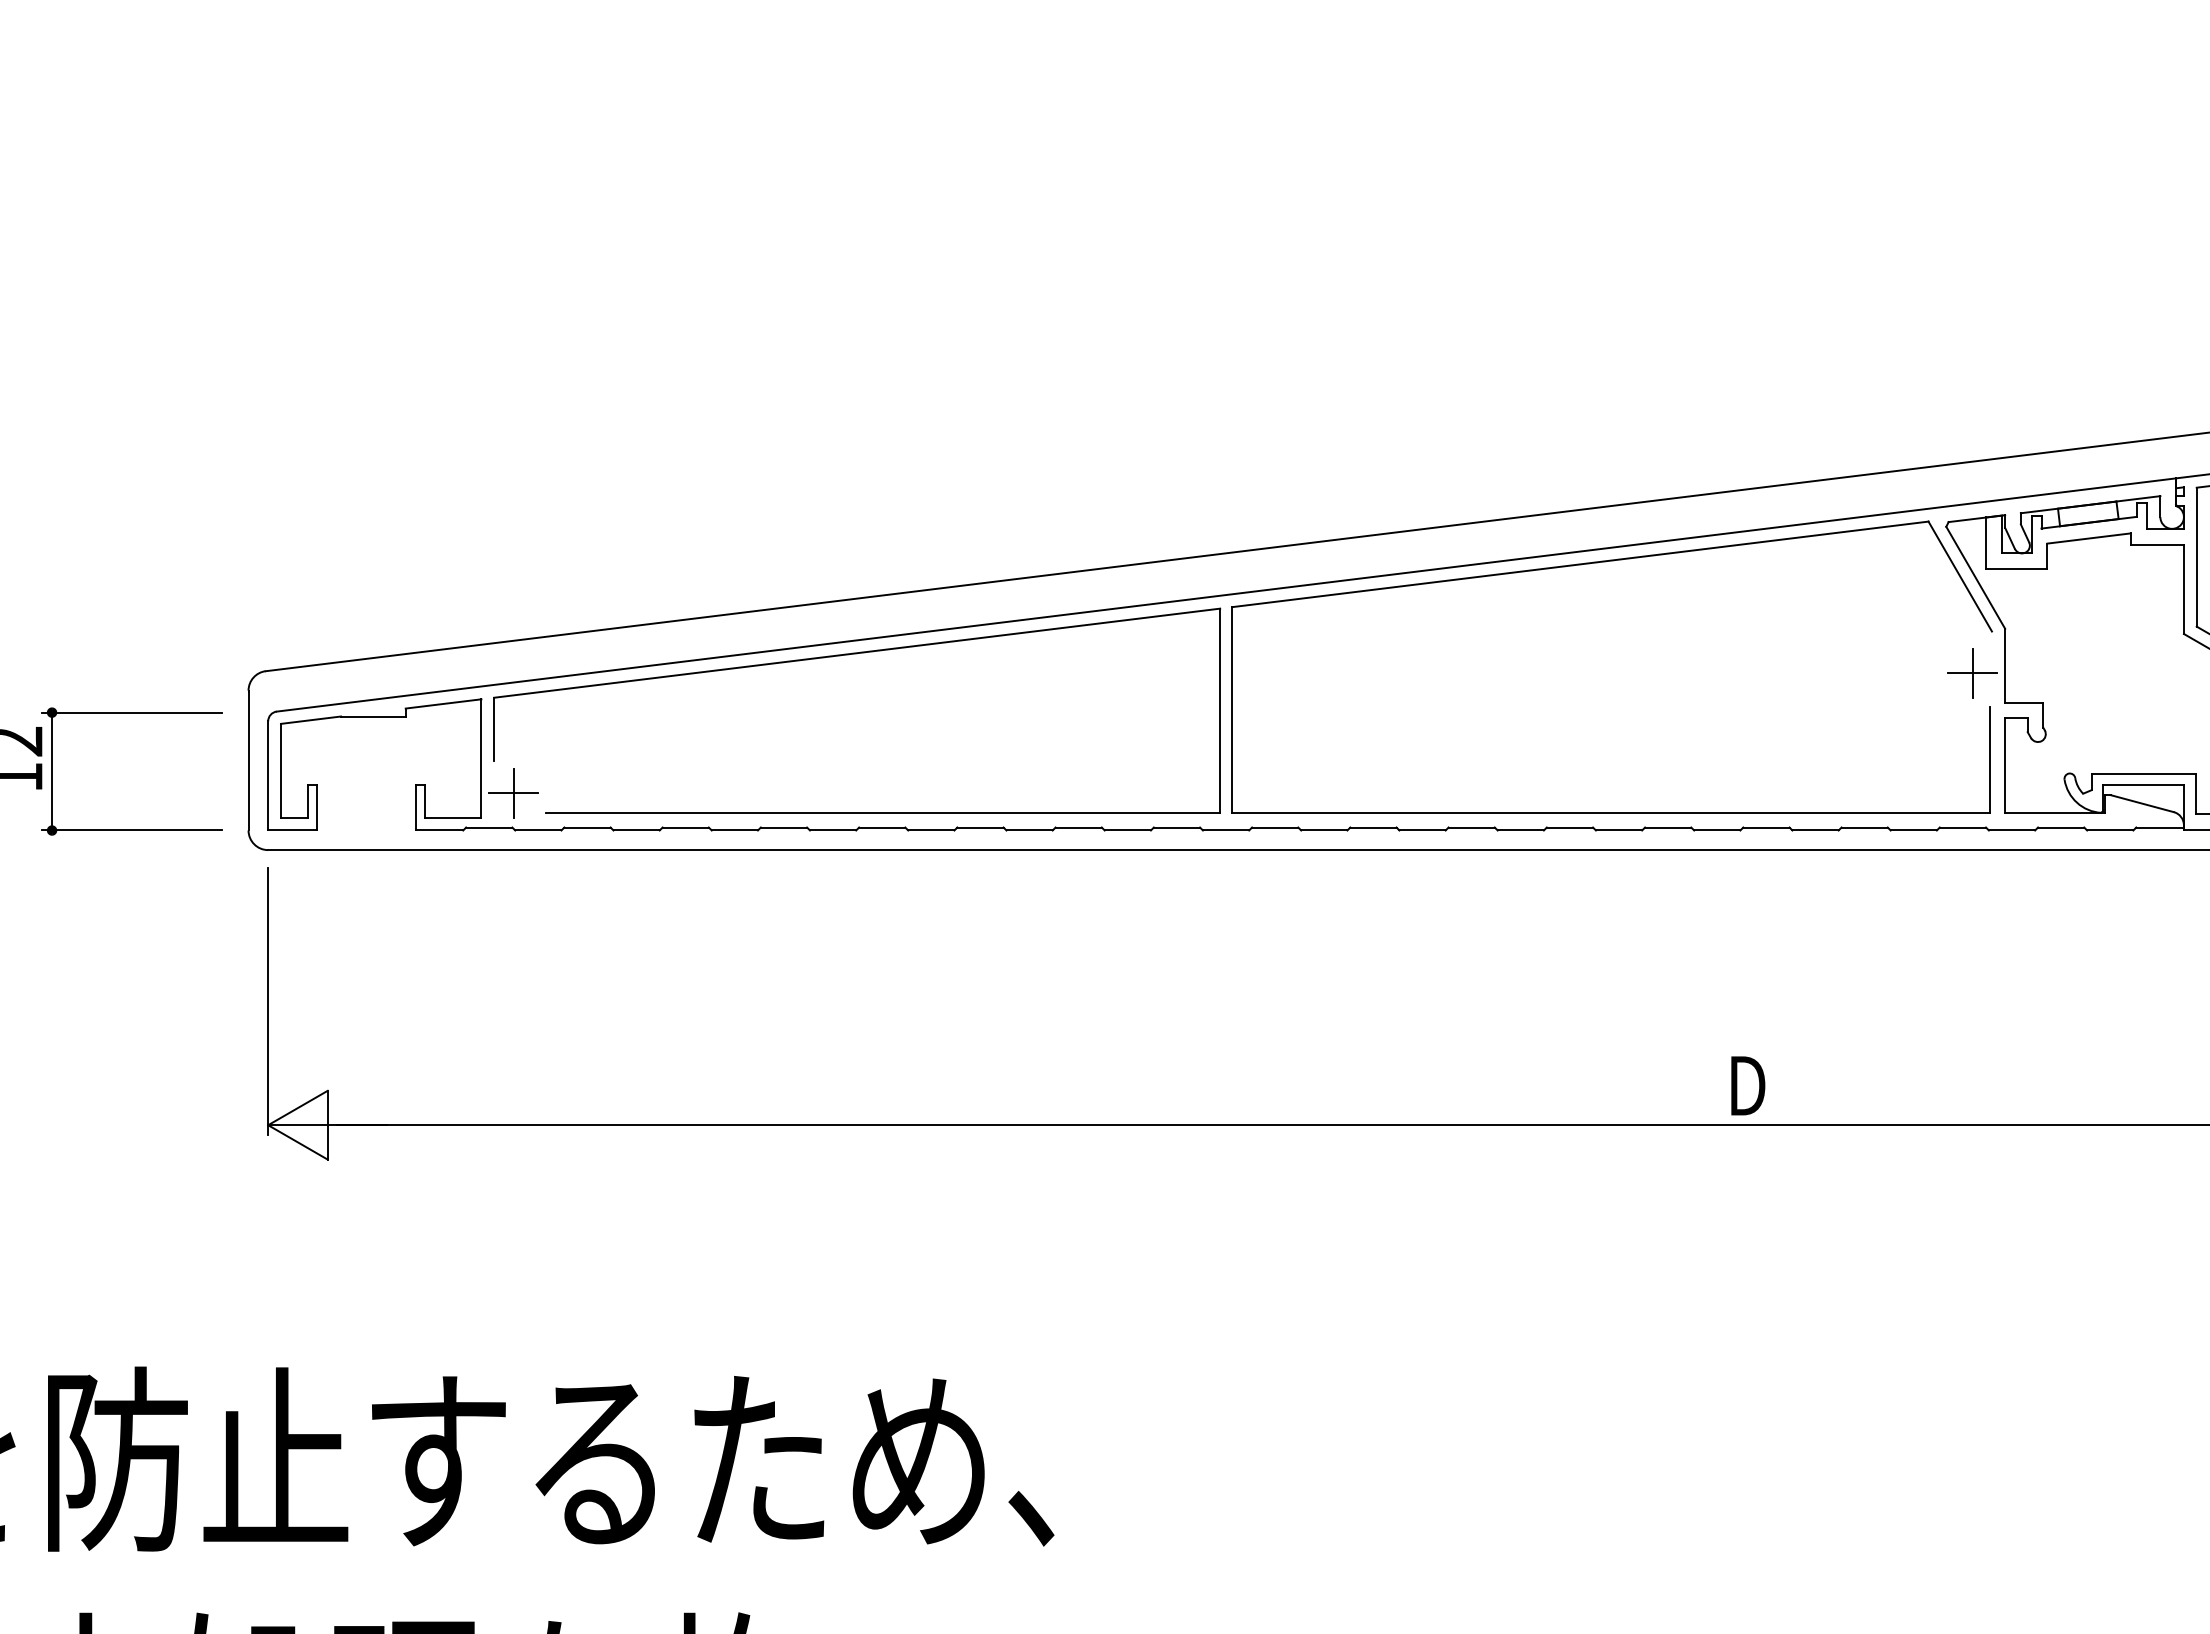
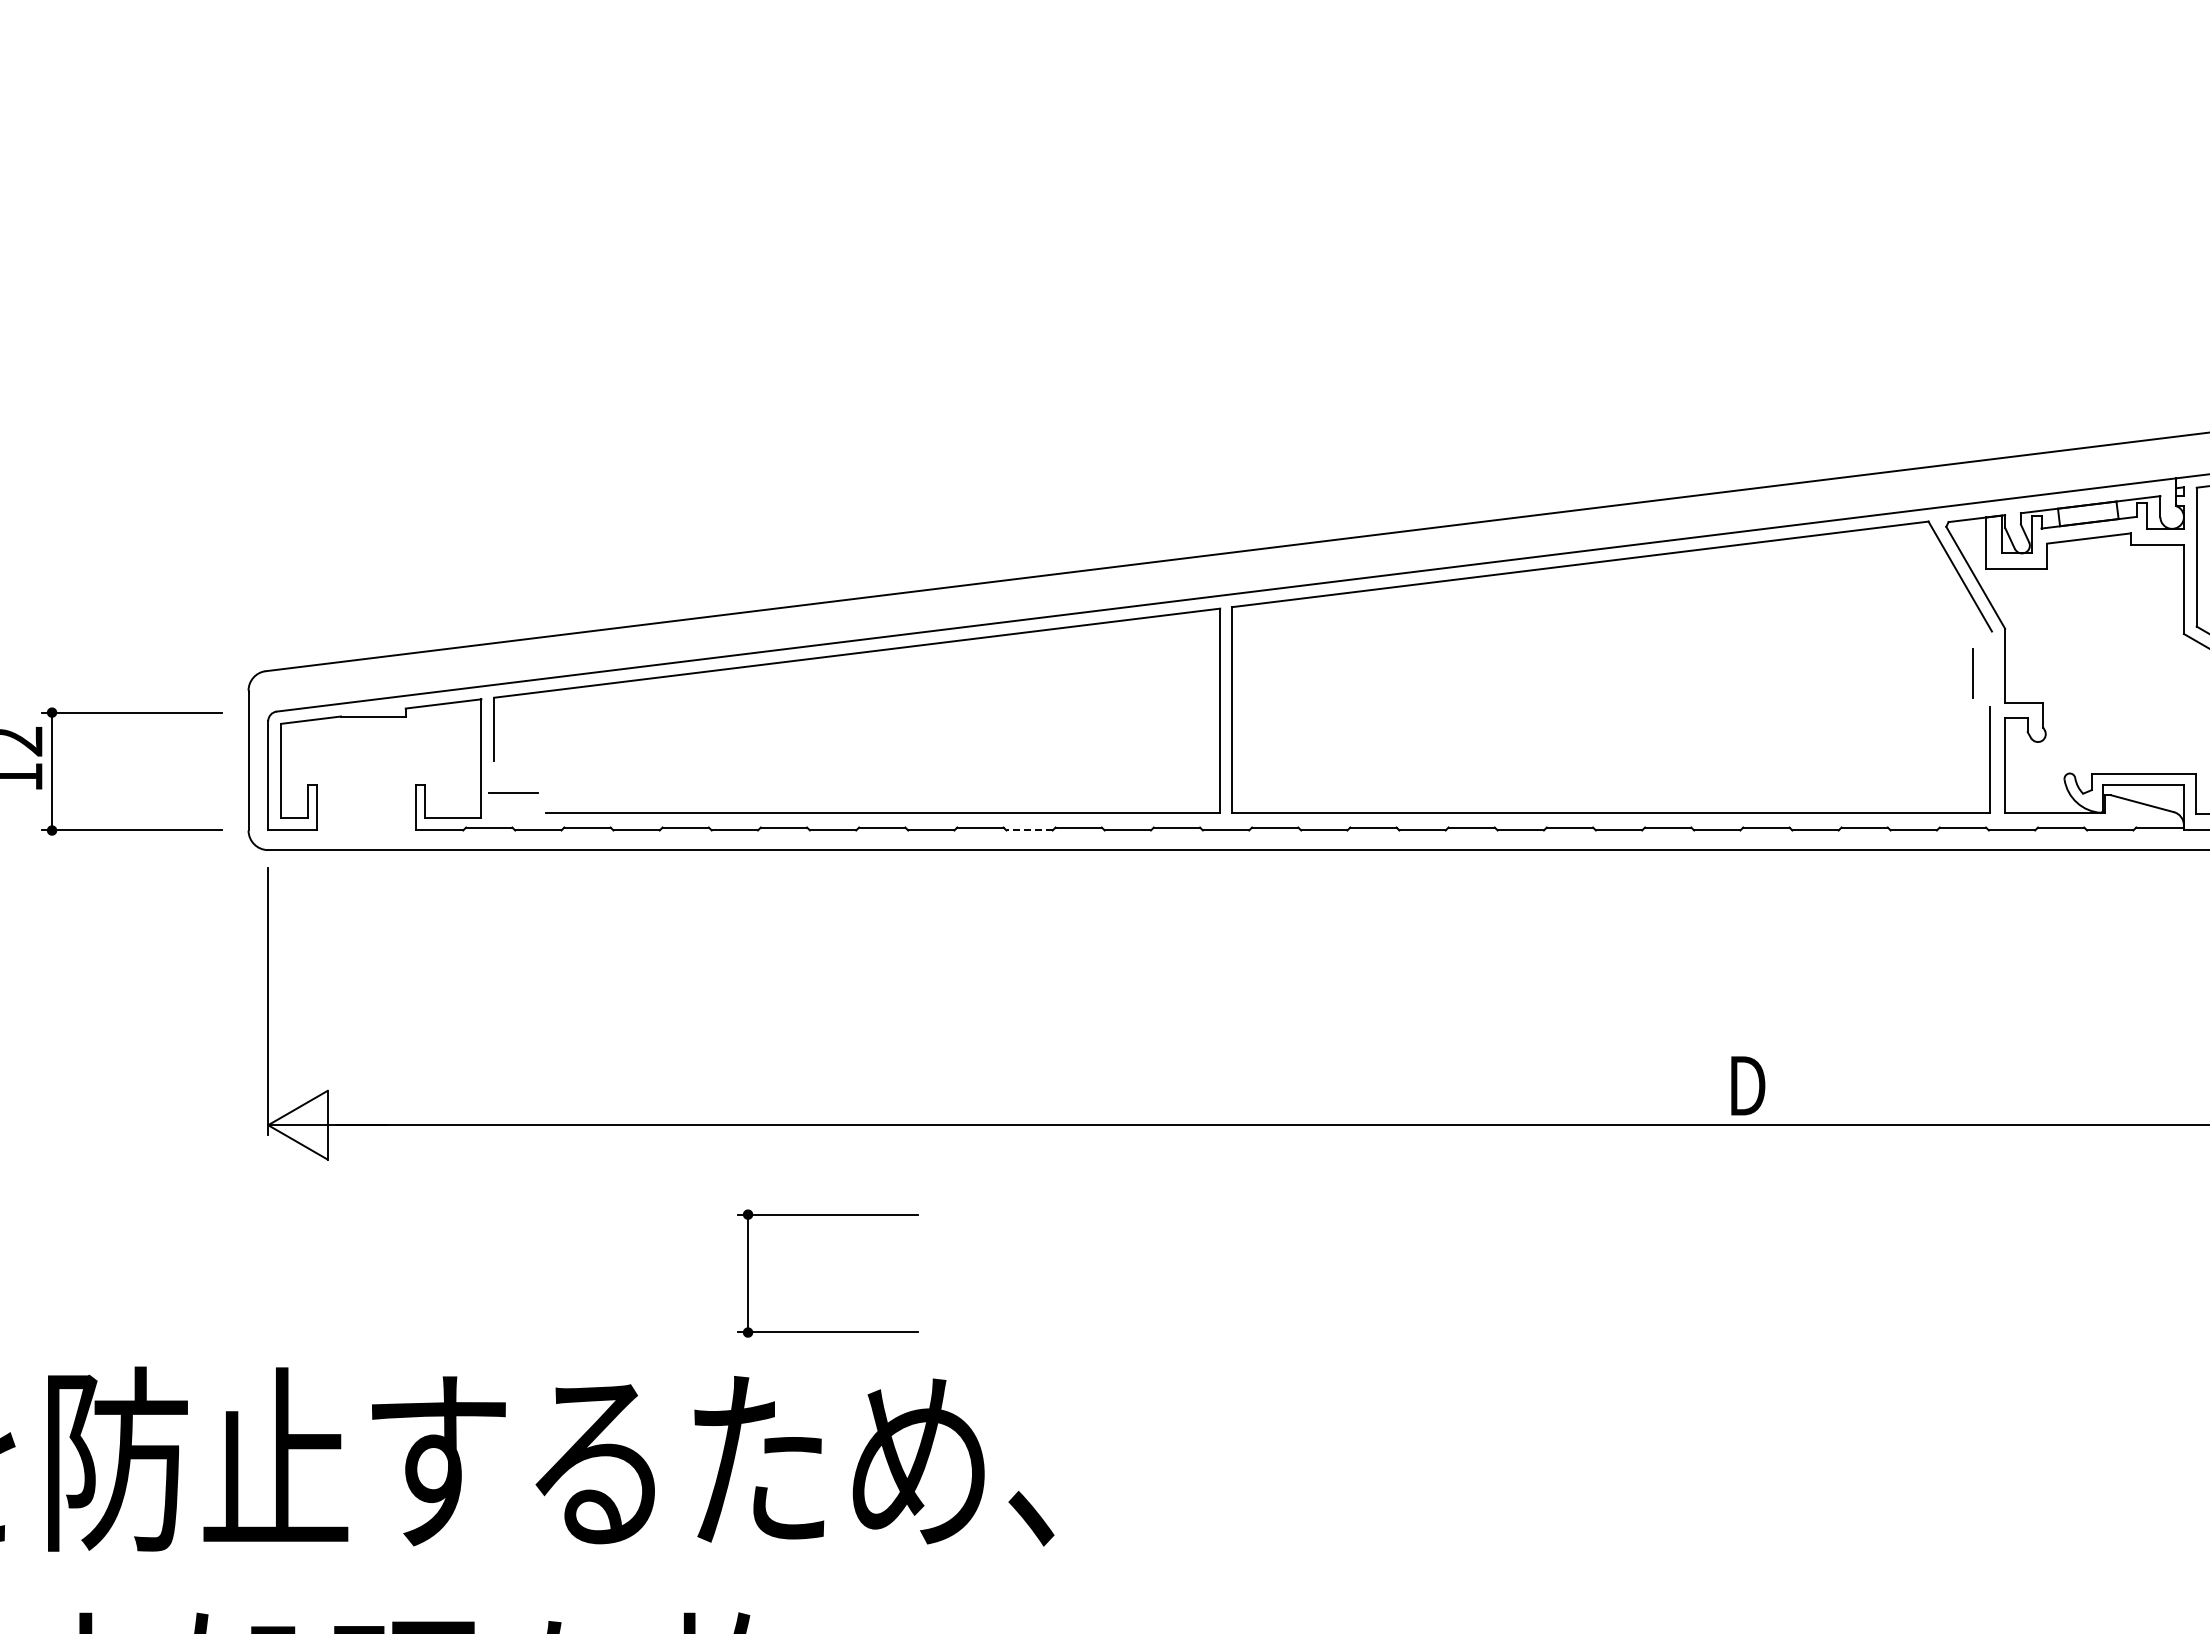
line at (1972, 673): present -> none
line at (513, 792): present -> none
line at (1029, 830): solid -> dashed
part at (827, 1215): none -> present
